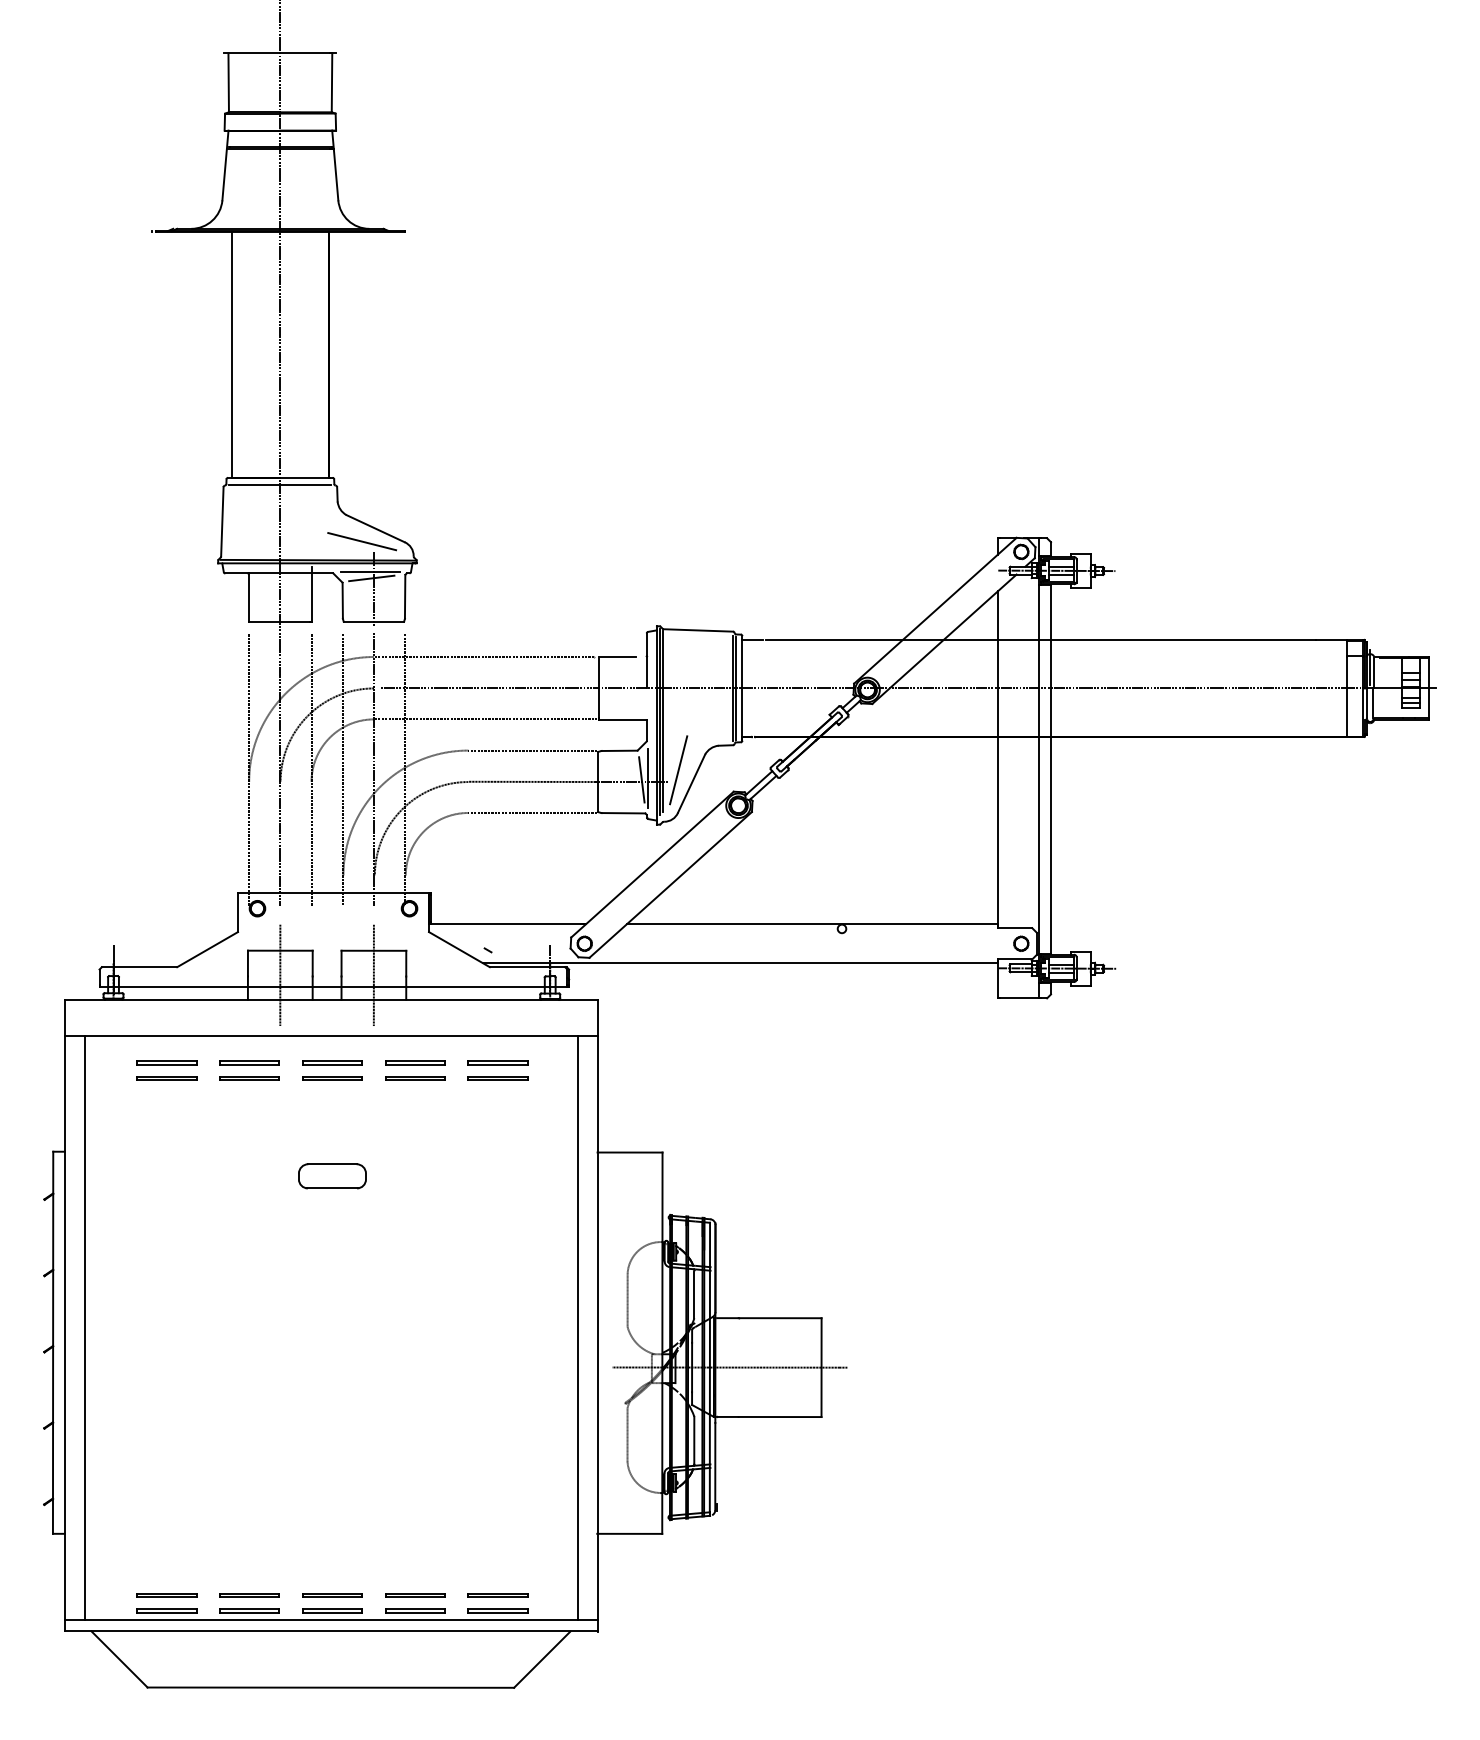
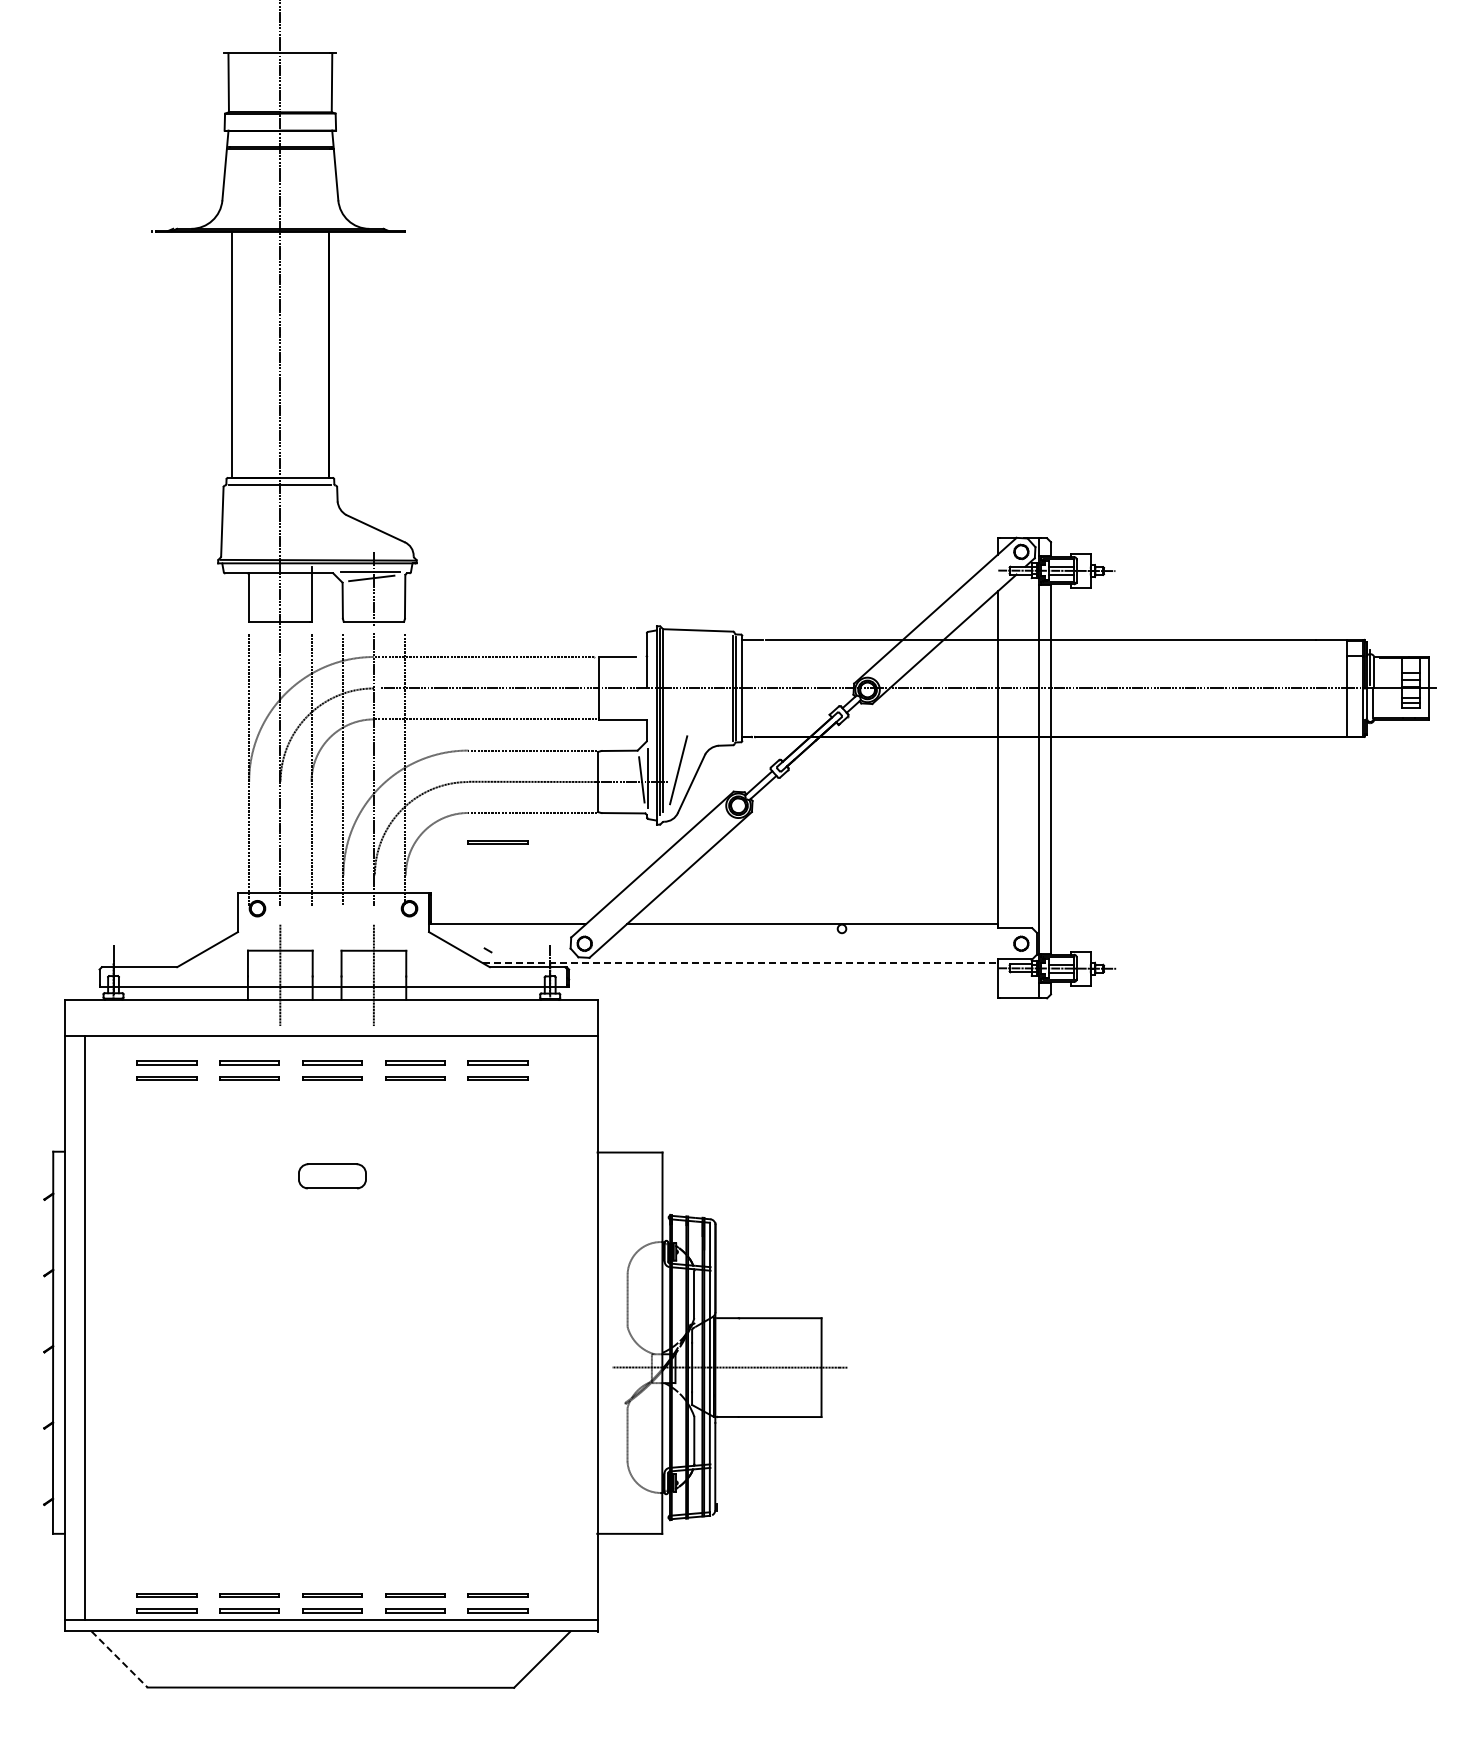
line at (362, 541): present -> none
line at (497, 841): none -> present
line at (741, 963): solid -> dashed
line at (578, 1327): present -> none
line at (119, 1659): solid -> dashed
